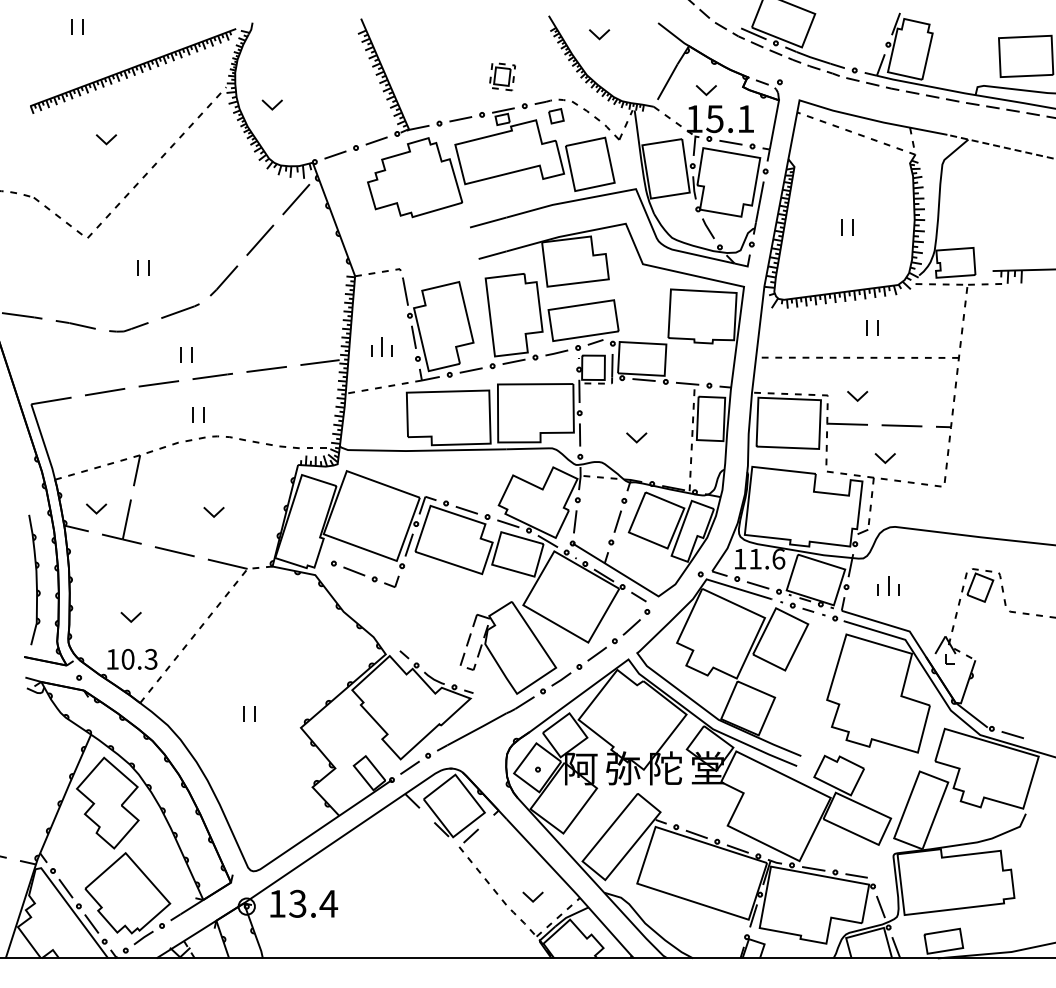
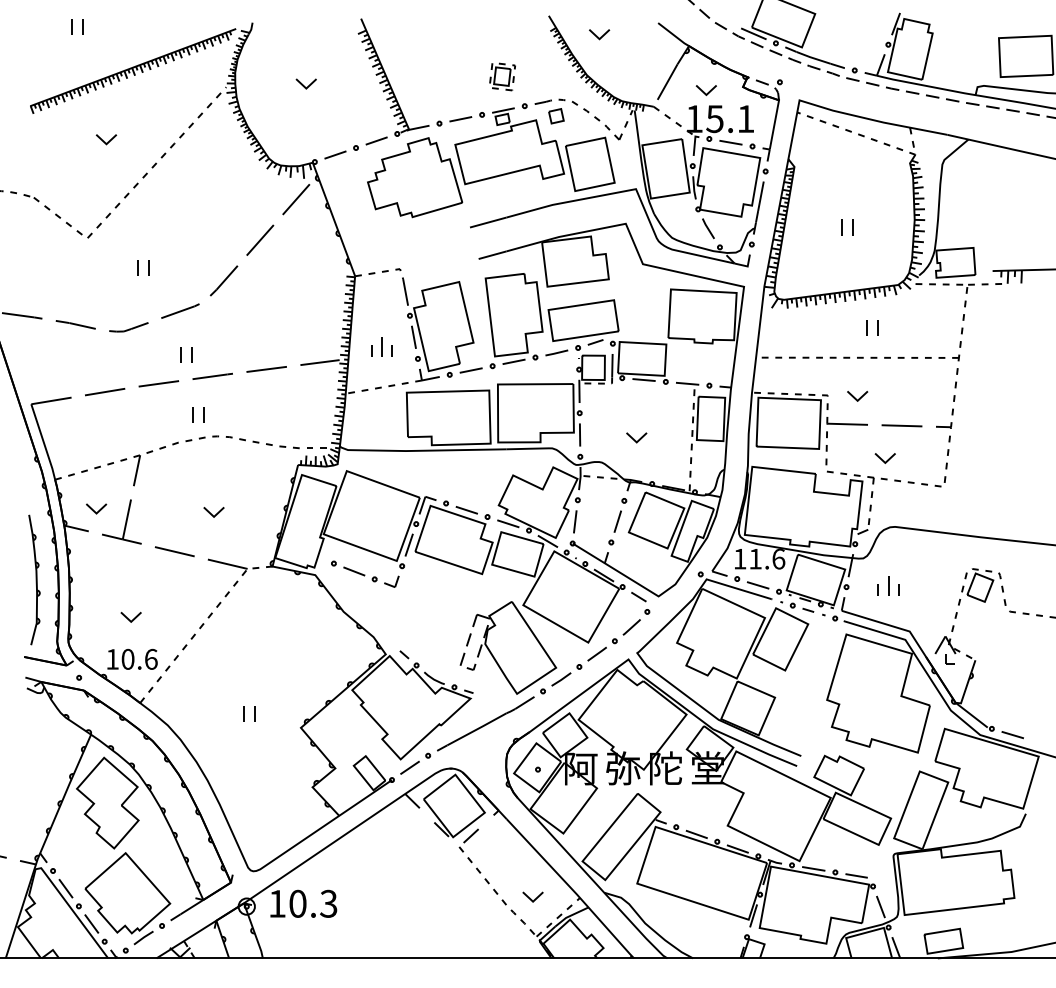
part at (271, 104) position: (271, 104) -> (305, 83)
line at (1000, 146): dashed -> solid
text at (150, 658): 10.3 -> 10.6
text at (313, 903): 13.4 -> 10.3
